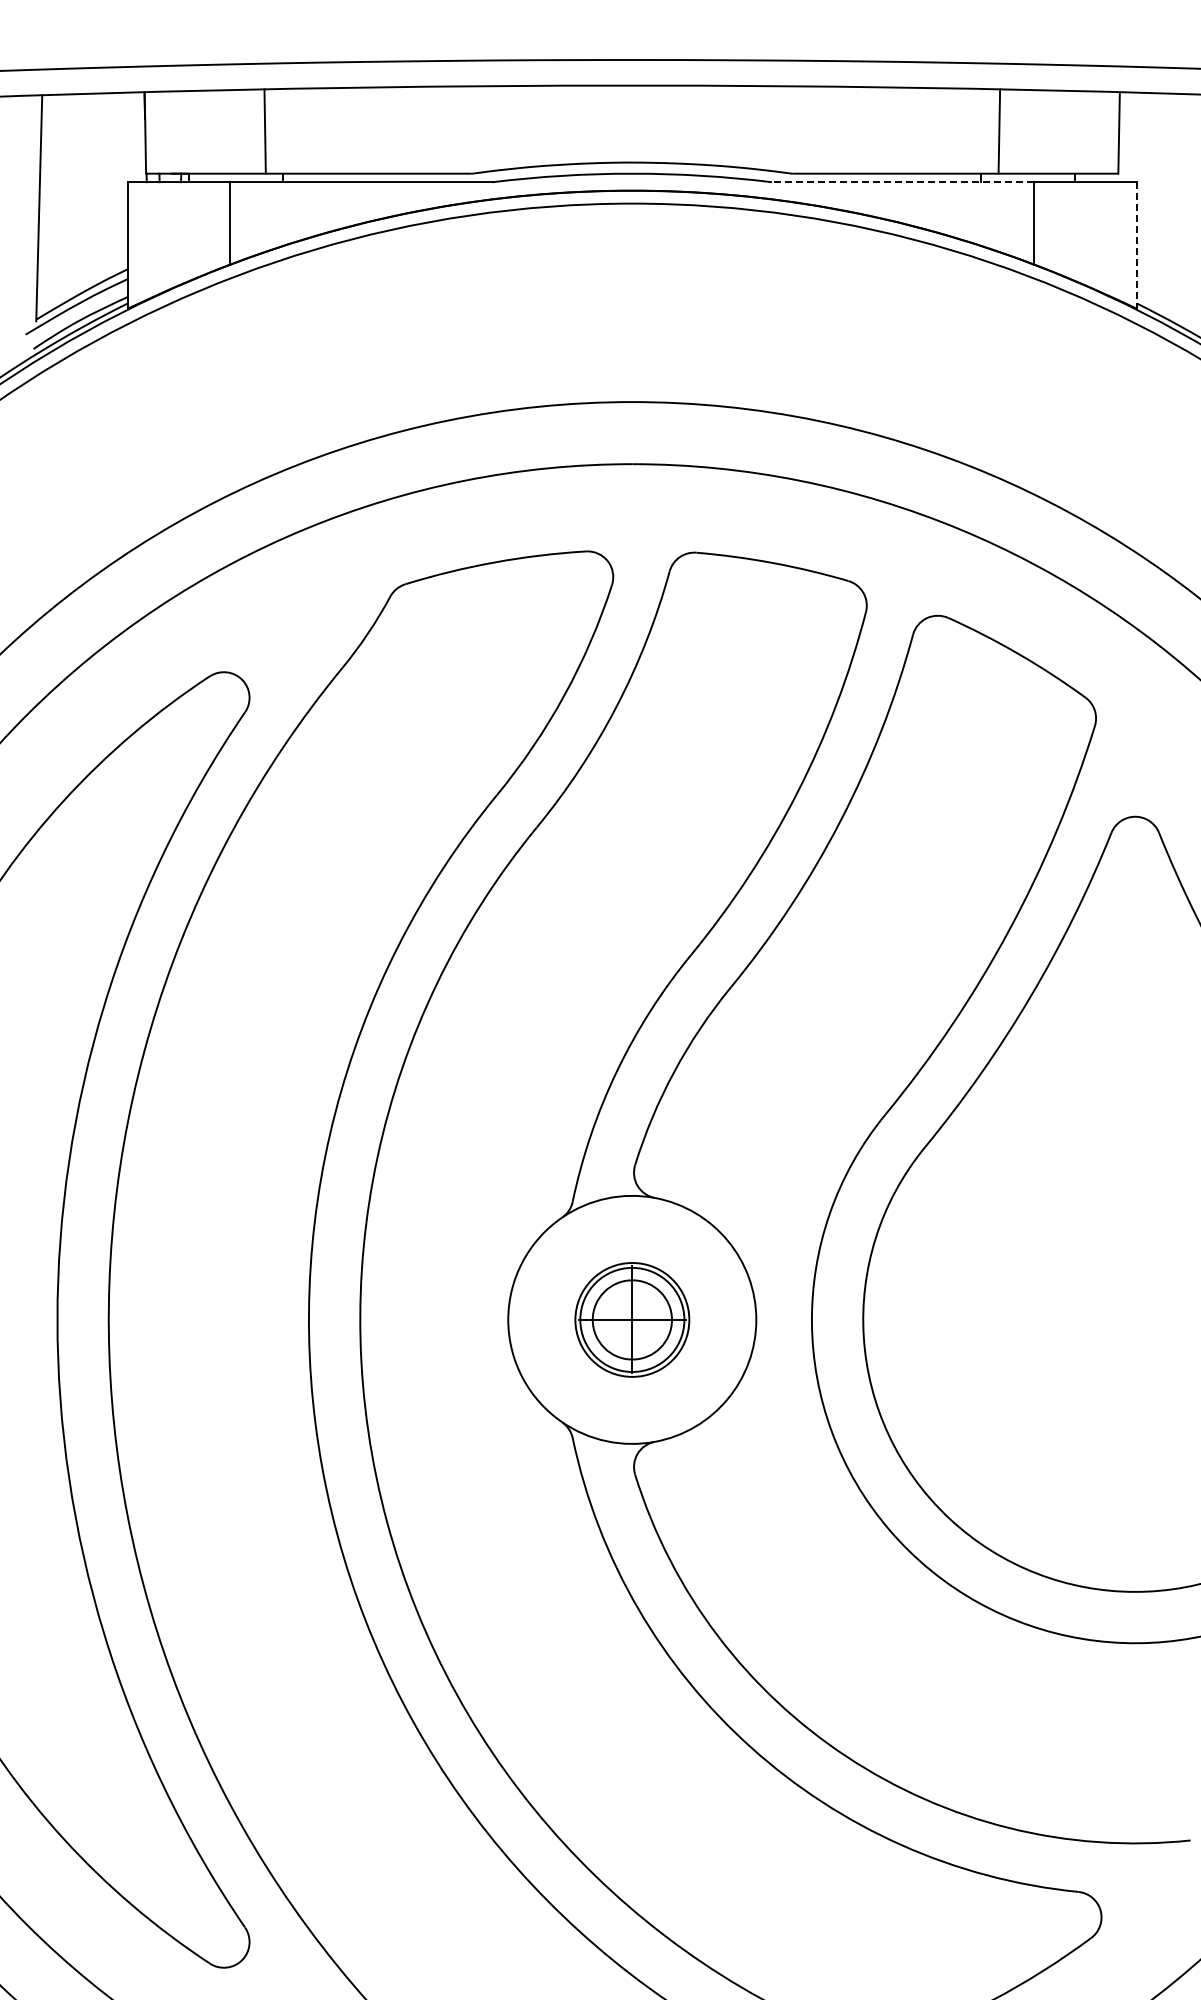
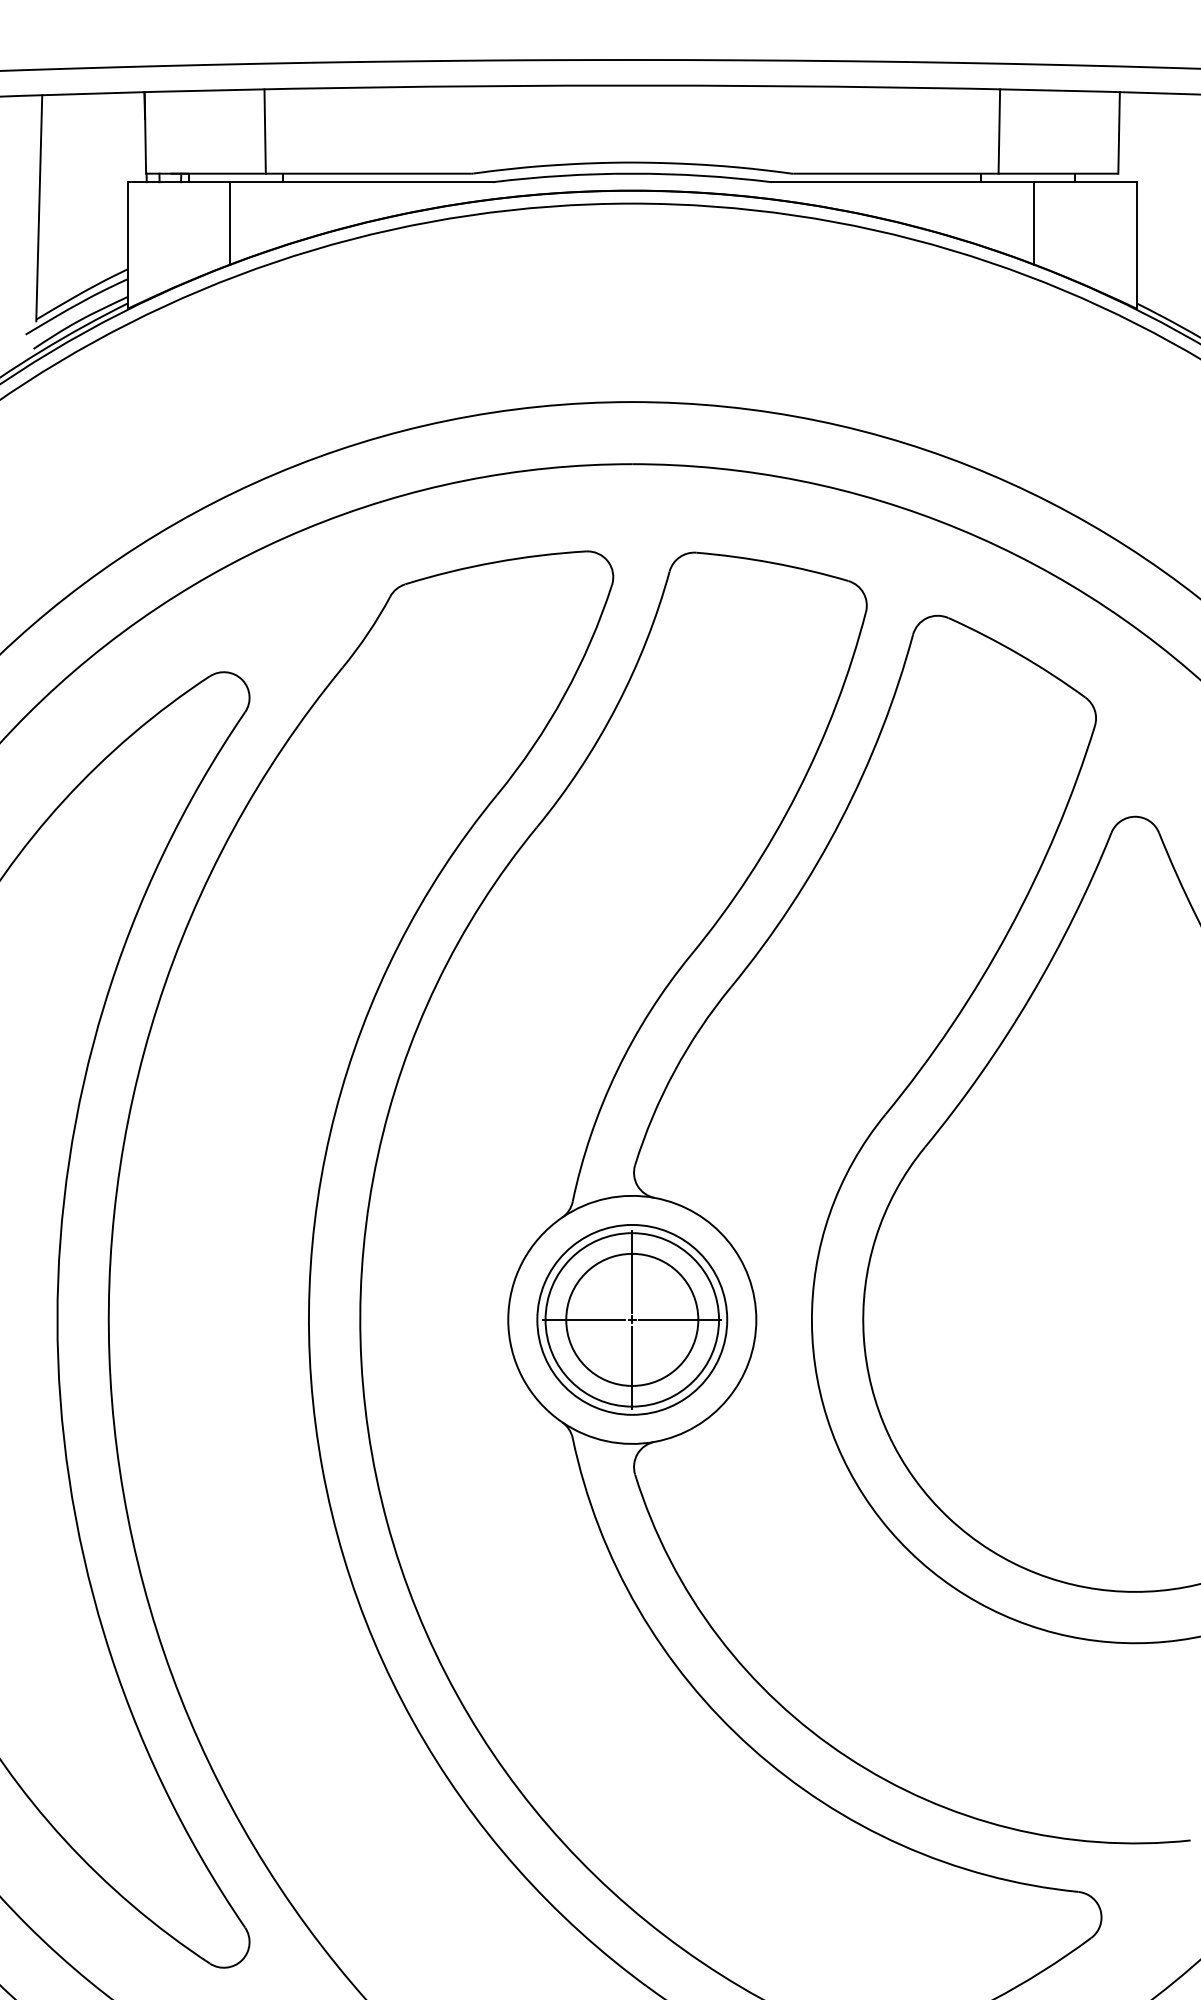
line at (902, 182): dashed -> solid
line at (1136, 245): dashed -> solid
part at (632, 1319) size: 117x116 px -> 193x192 px
